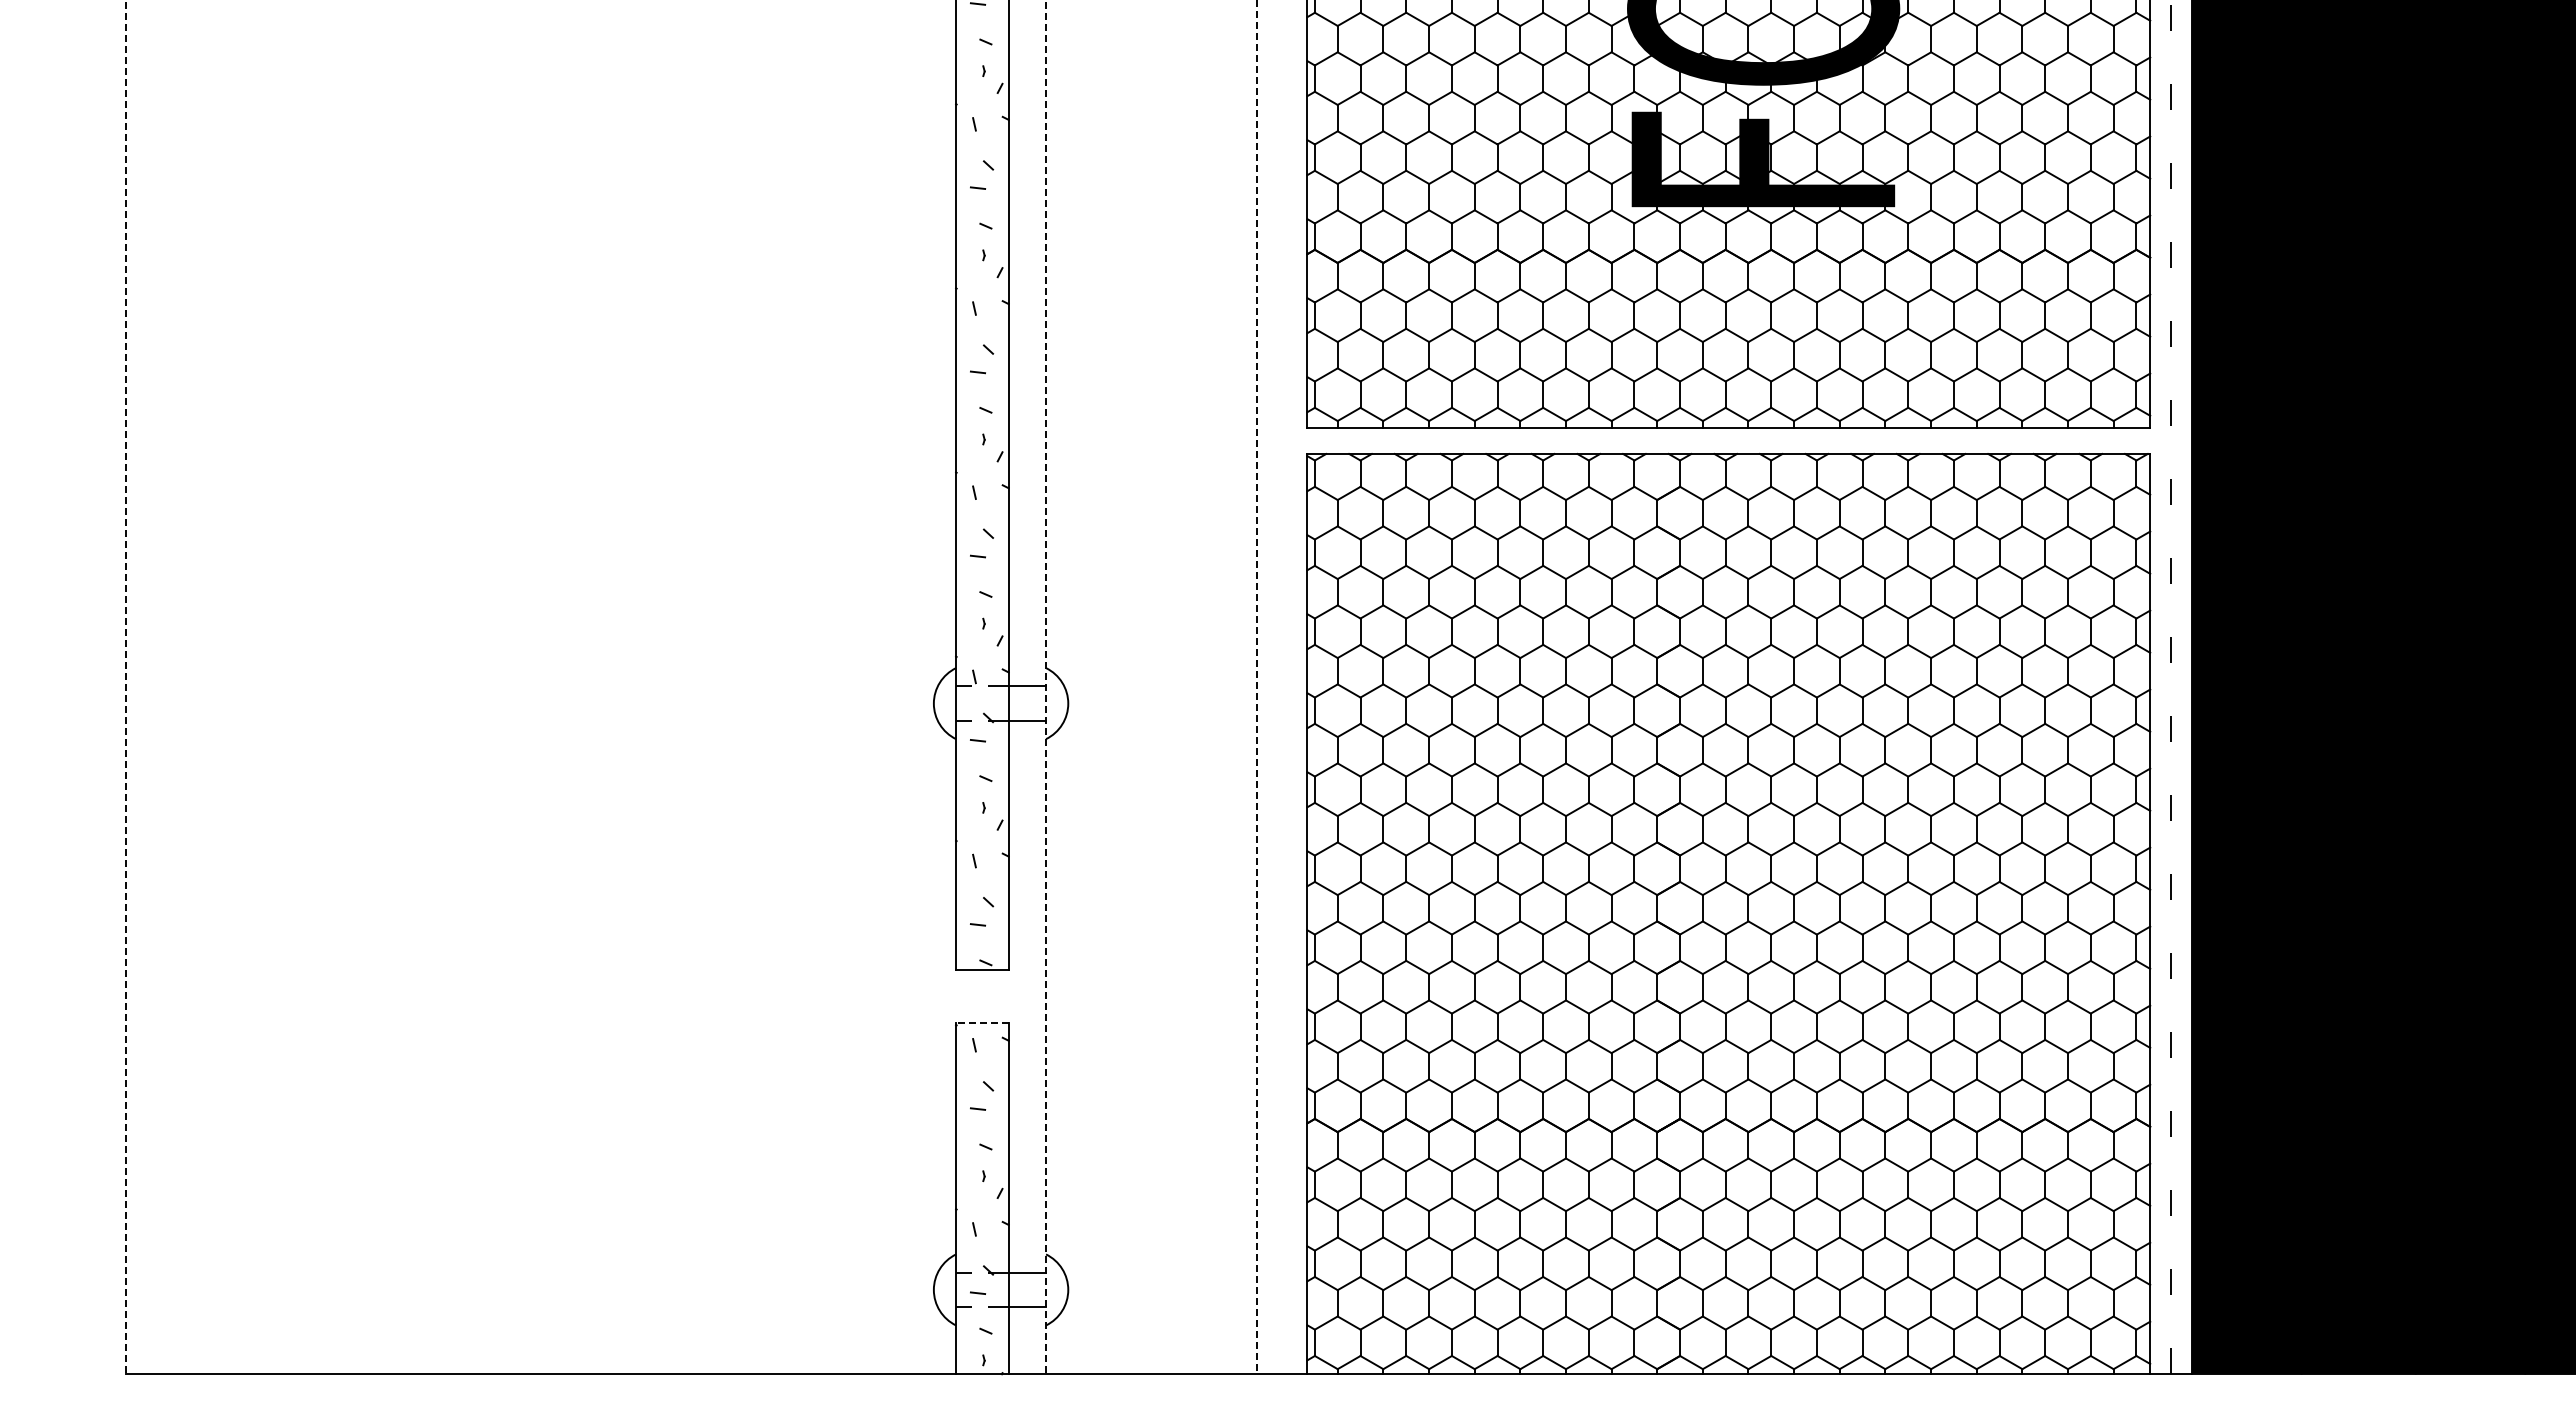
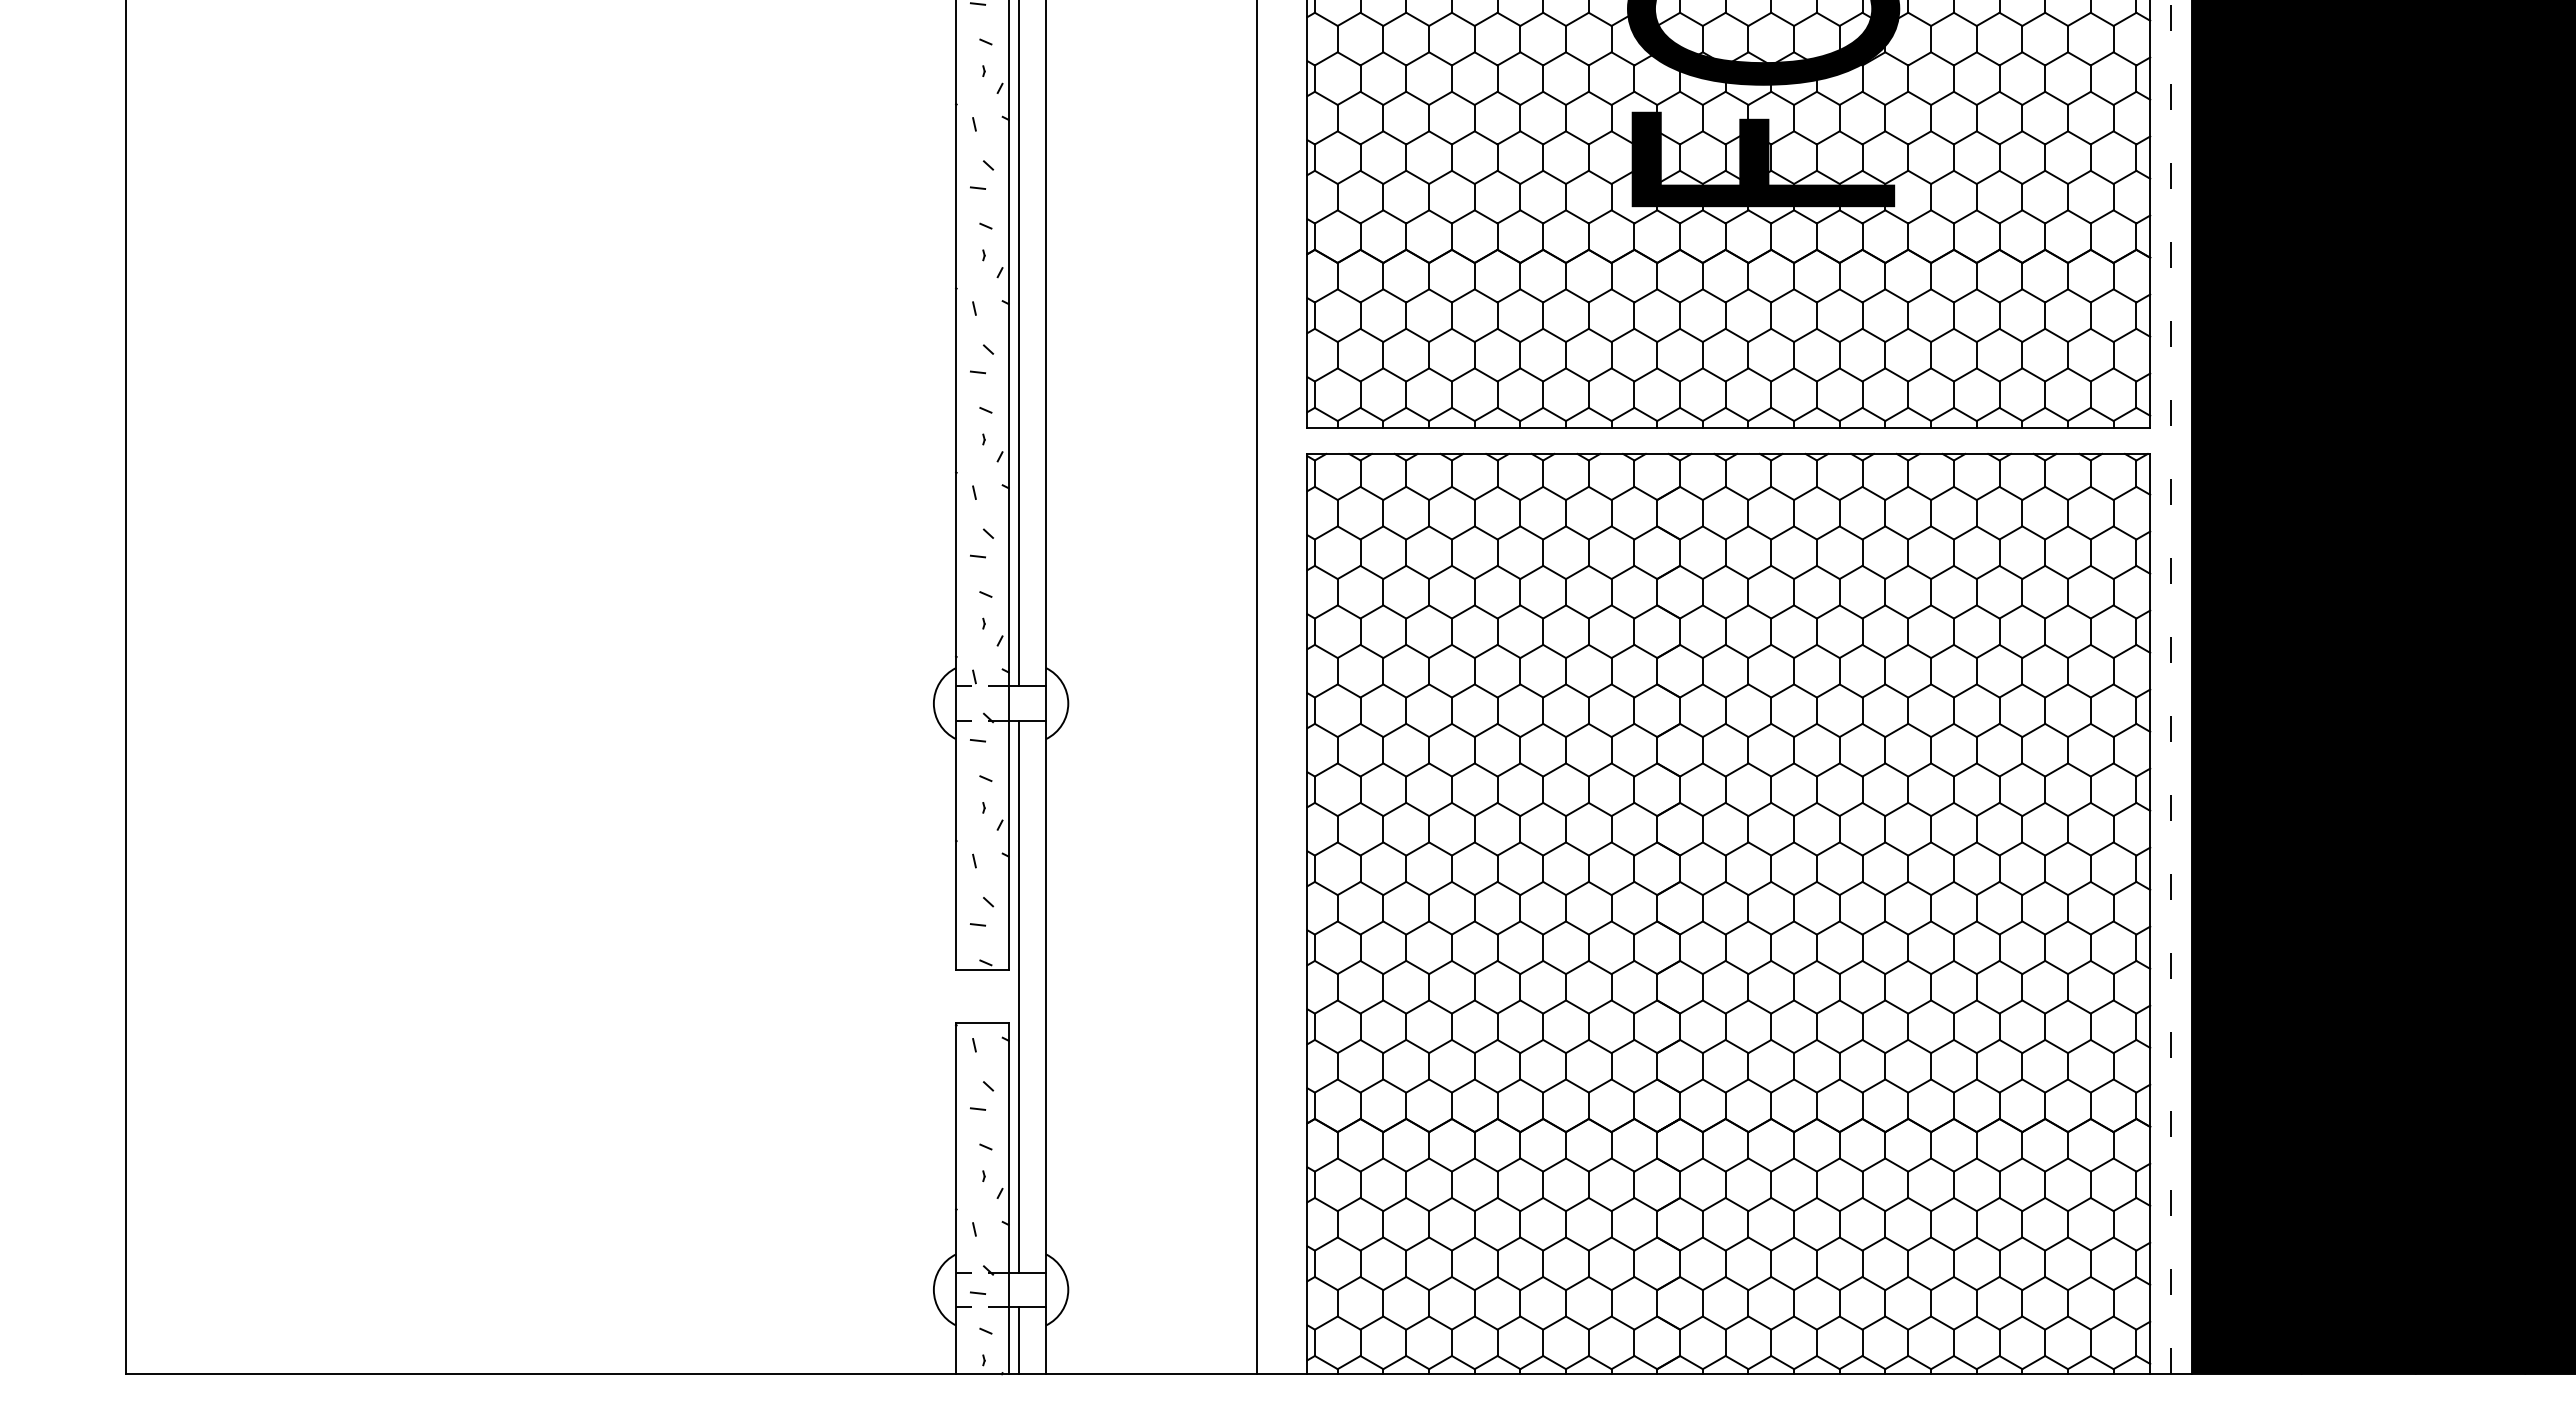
line at (1019, 344): none -> present
line at (126, 687): dashed -> solid
line at (1046, 687): dashed -> solid
line at (1256, 687): dashed -> solid
line at (1019, 996): none -> present
line at (981, 1023): dashed -> solid
line at (1019, 1340): none -> present
